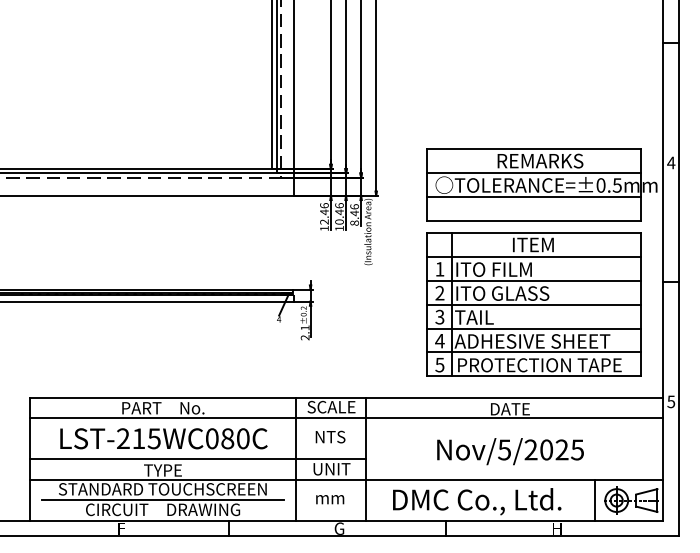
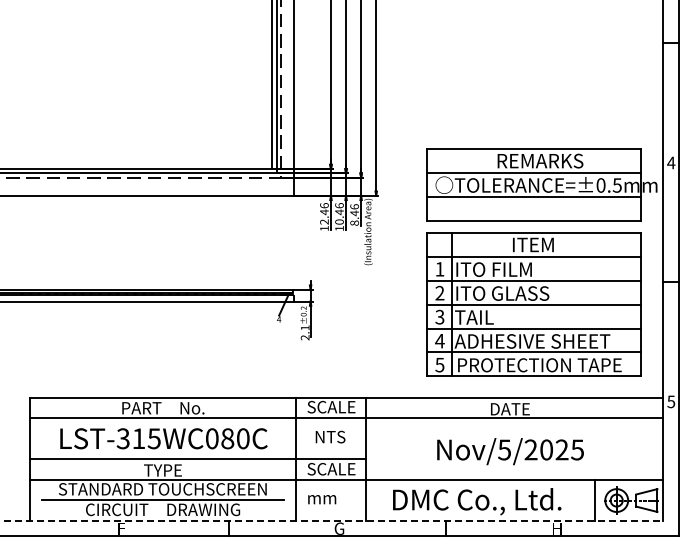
text at (122, 438): LST-215WC080C -> LST-315WC080C
text at (331, 468): UNIT -> SCALE
text at (330, 499) position: (330, 499) -> (322, 499)
line at (332, 520): solid -> dashed
